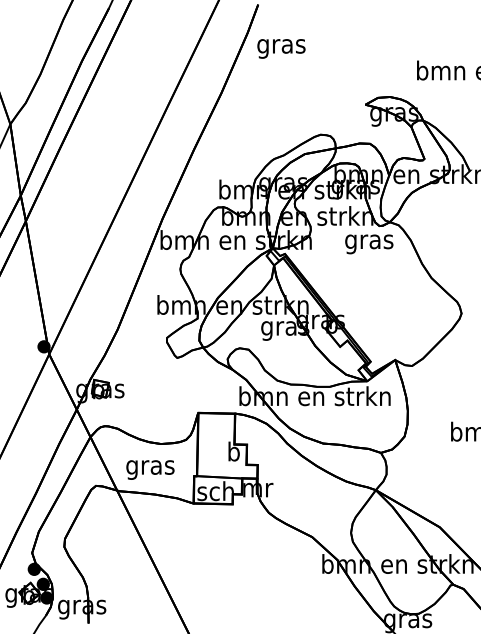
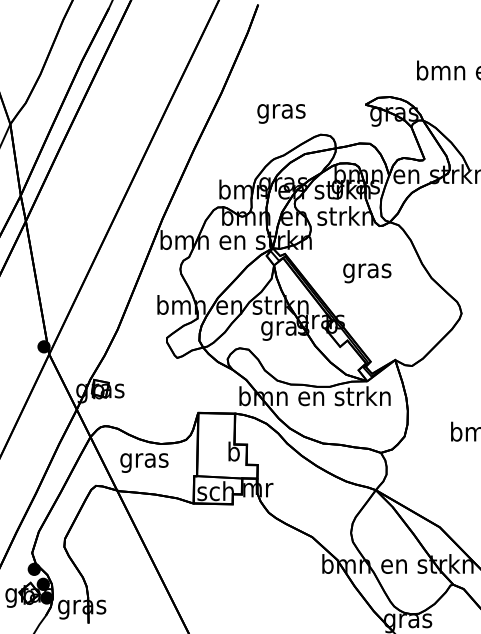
text at (281, 48) position: (281, 48) -> (281, 113)
text at (369, 244) position: (369, 244) -> (367, 273)
text at (150, 469) position: (150, 469) -> (144, 462)
